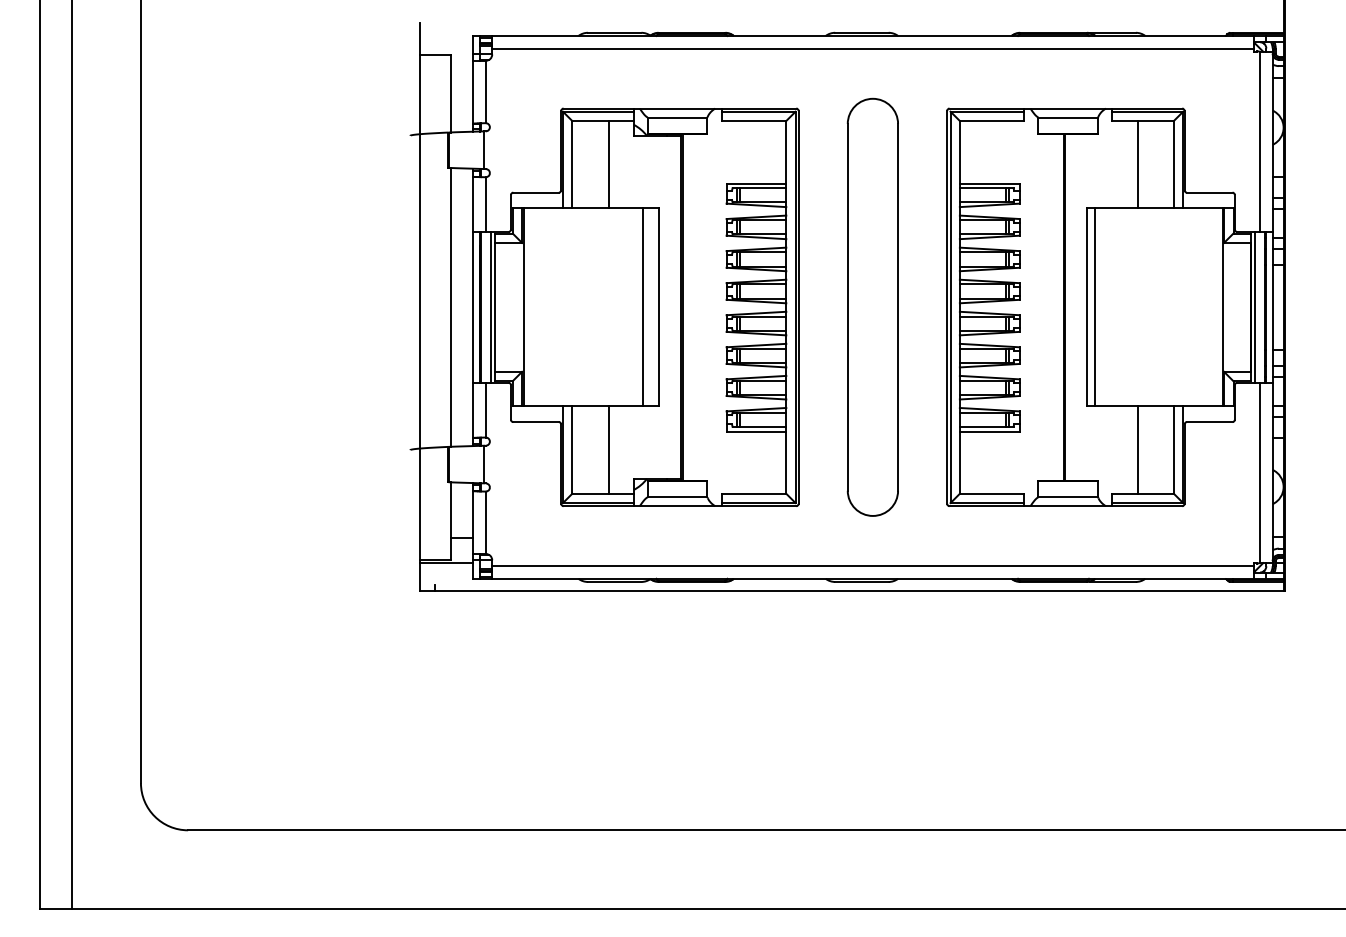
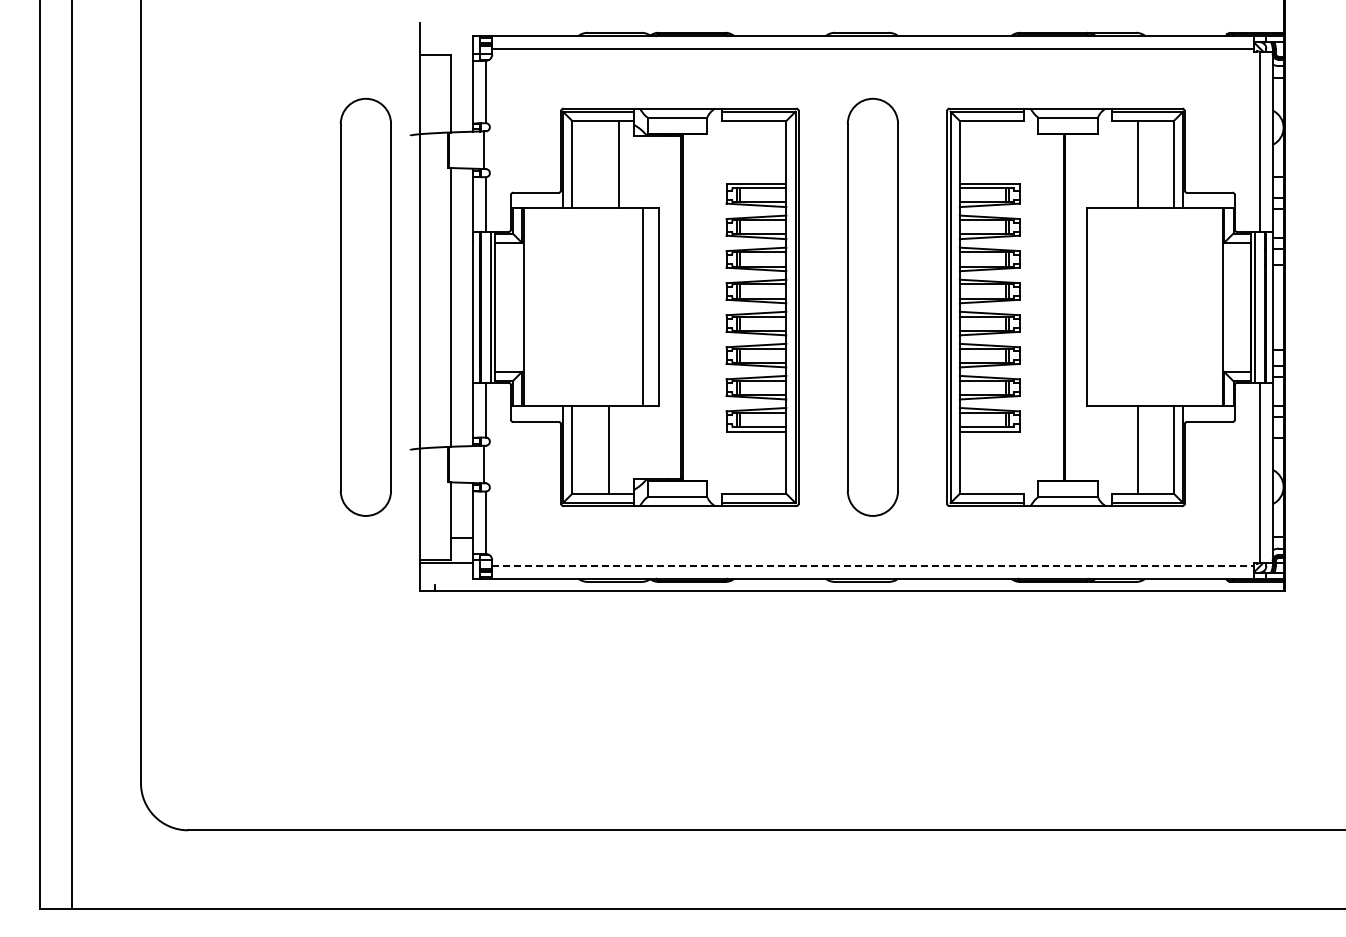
line at (608, 164) position: (608, 164) -> (618, 164)
part at (365, 306): none -> present
line at (1095, 307): present -> none
line at (872, 566): solid -> dashed
